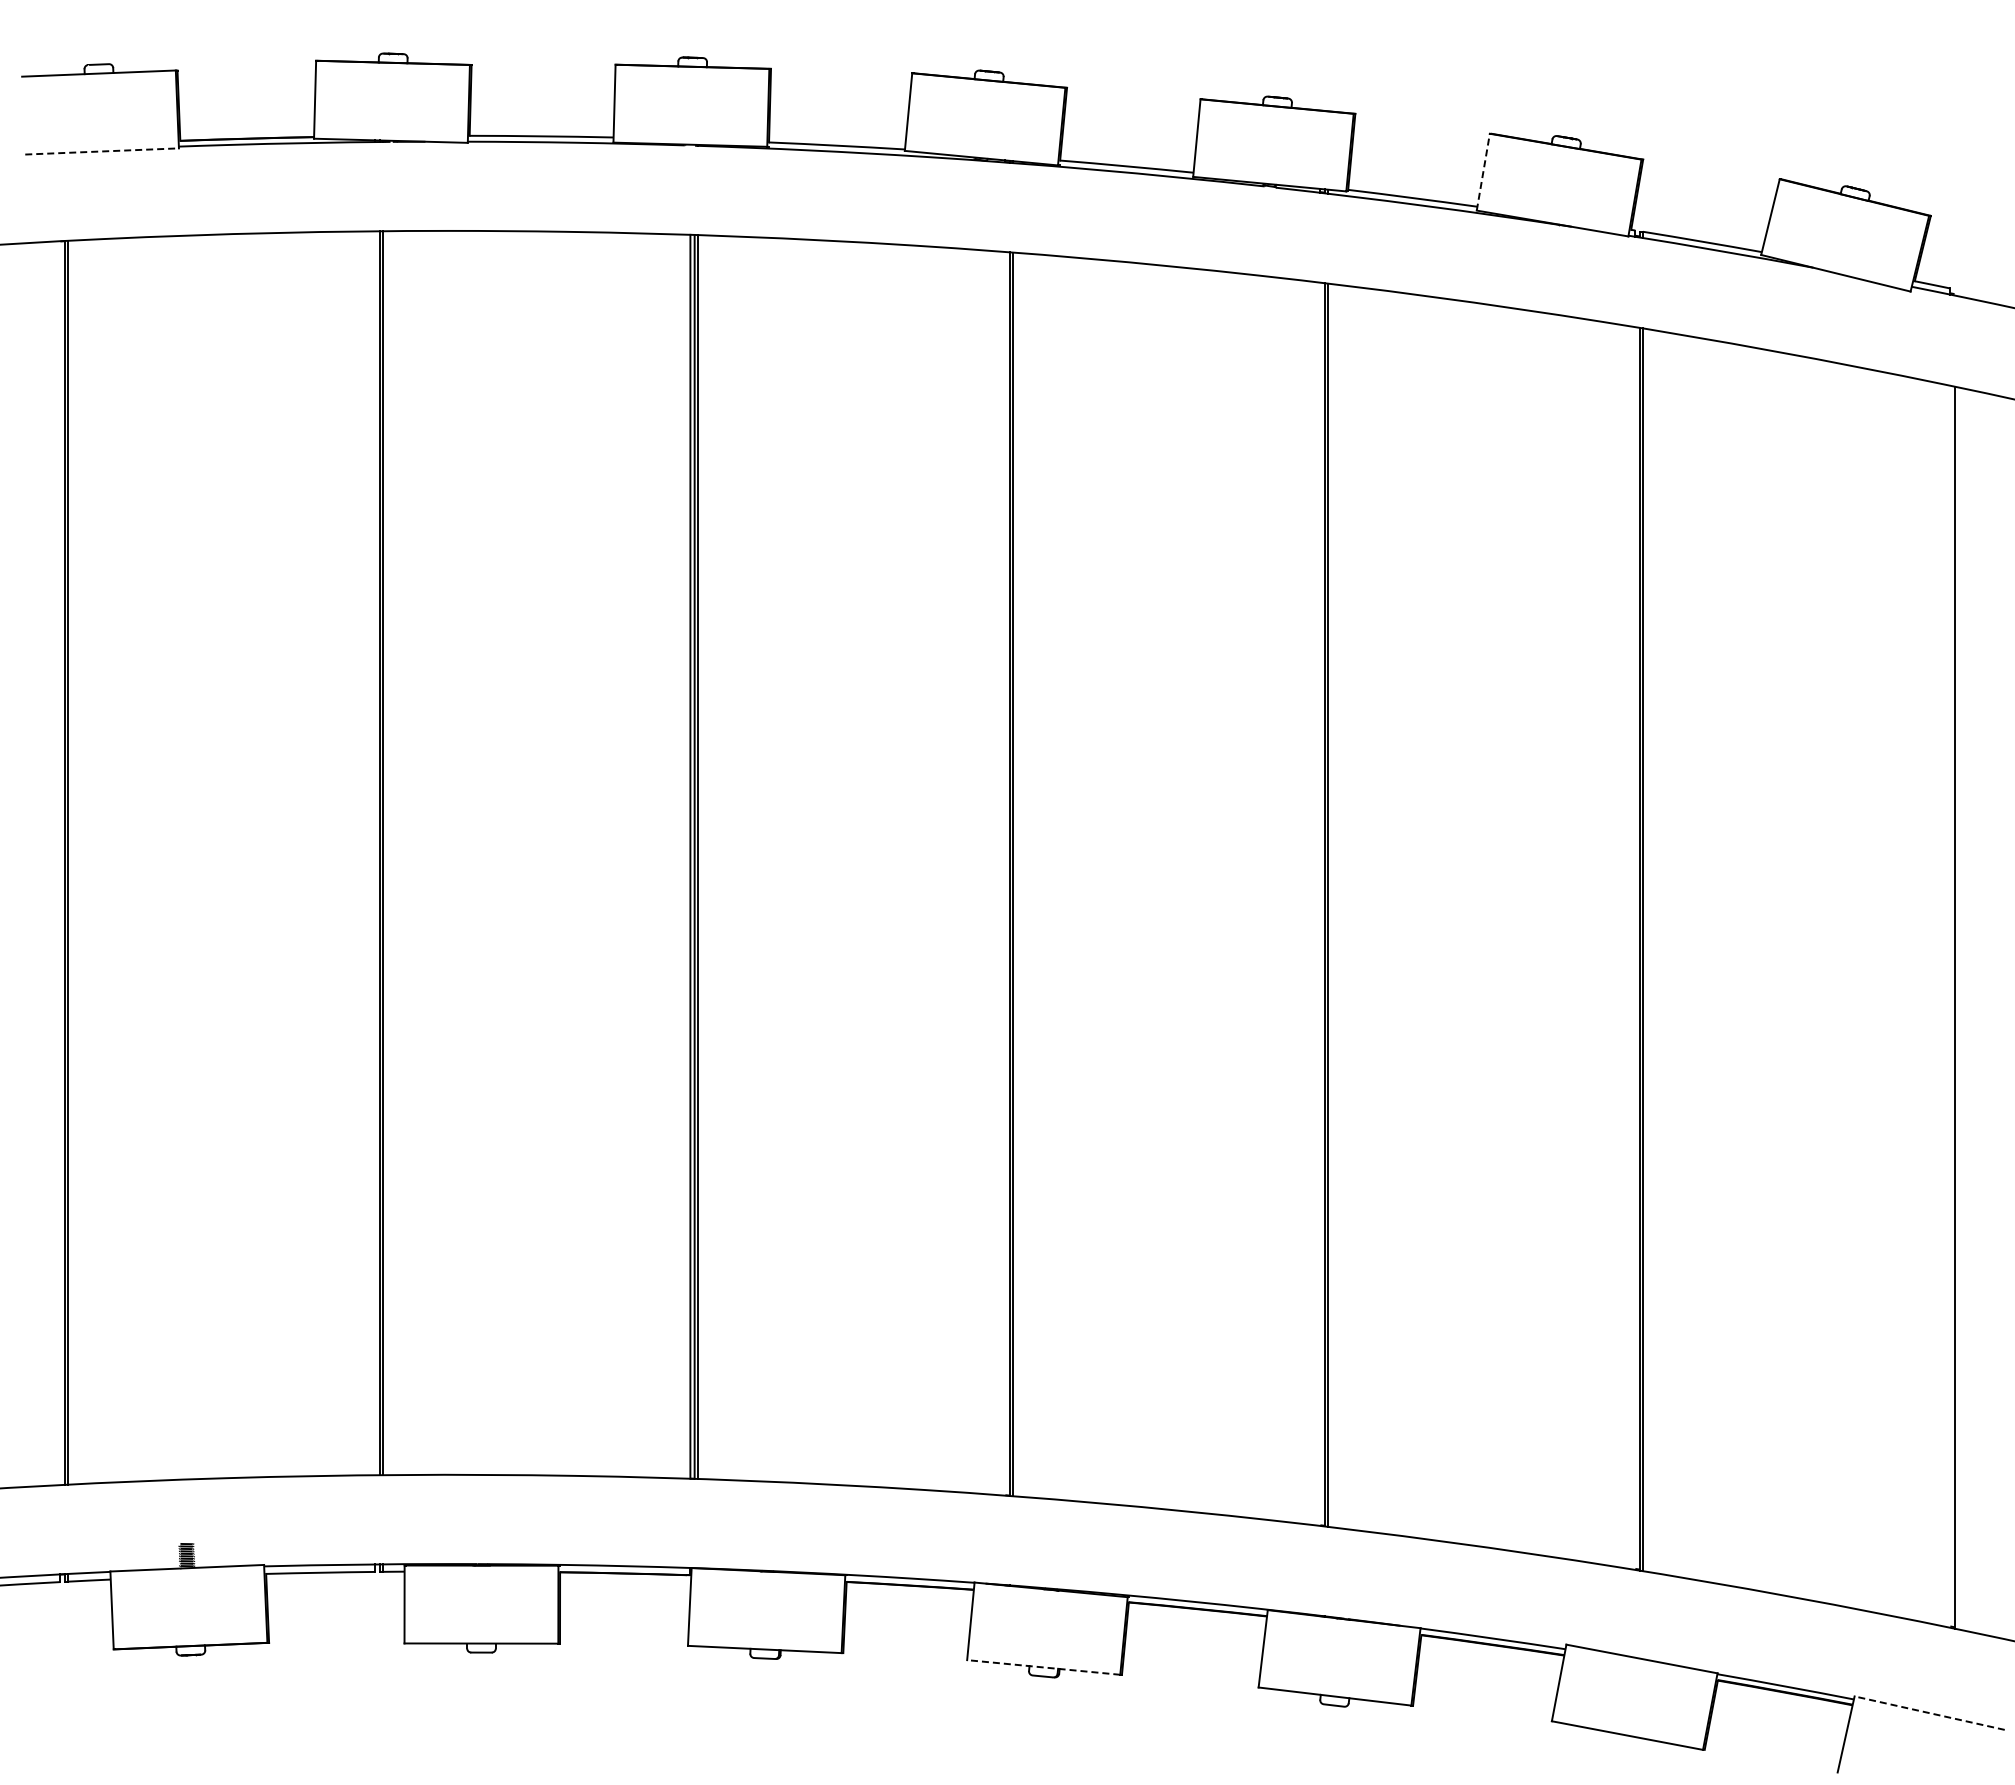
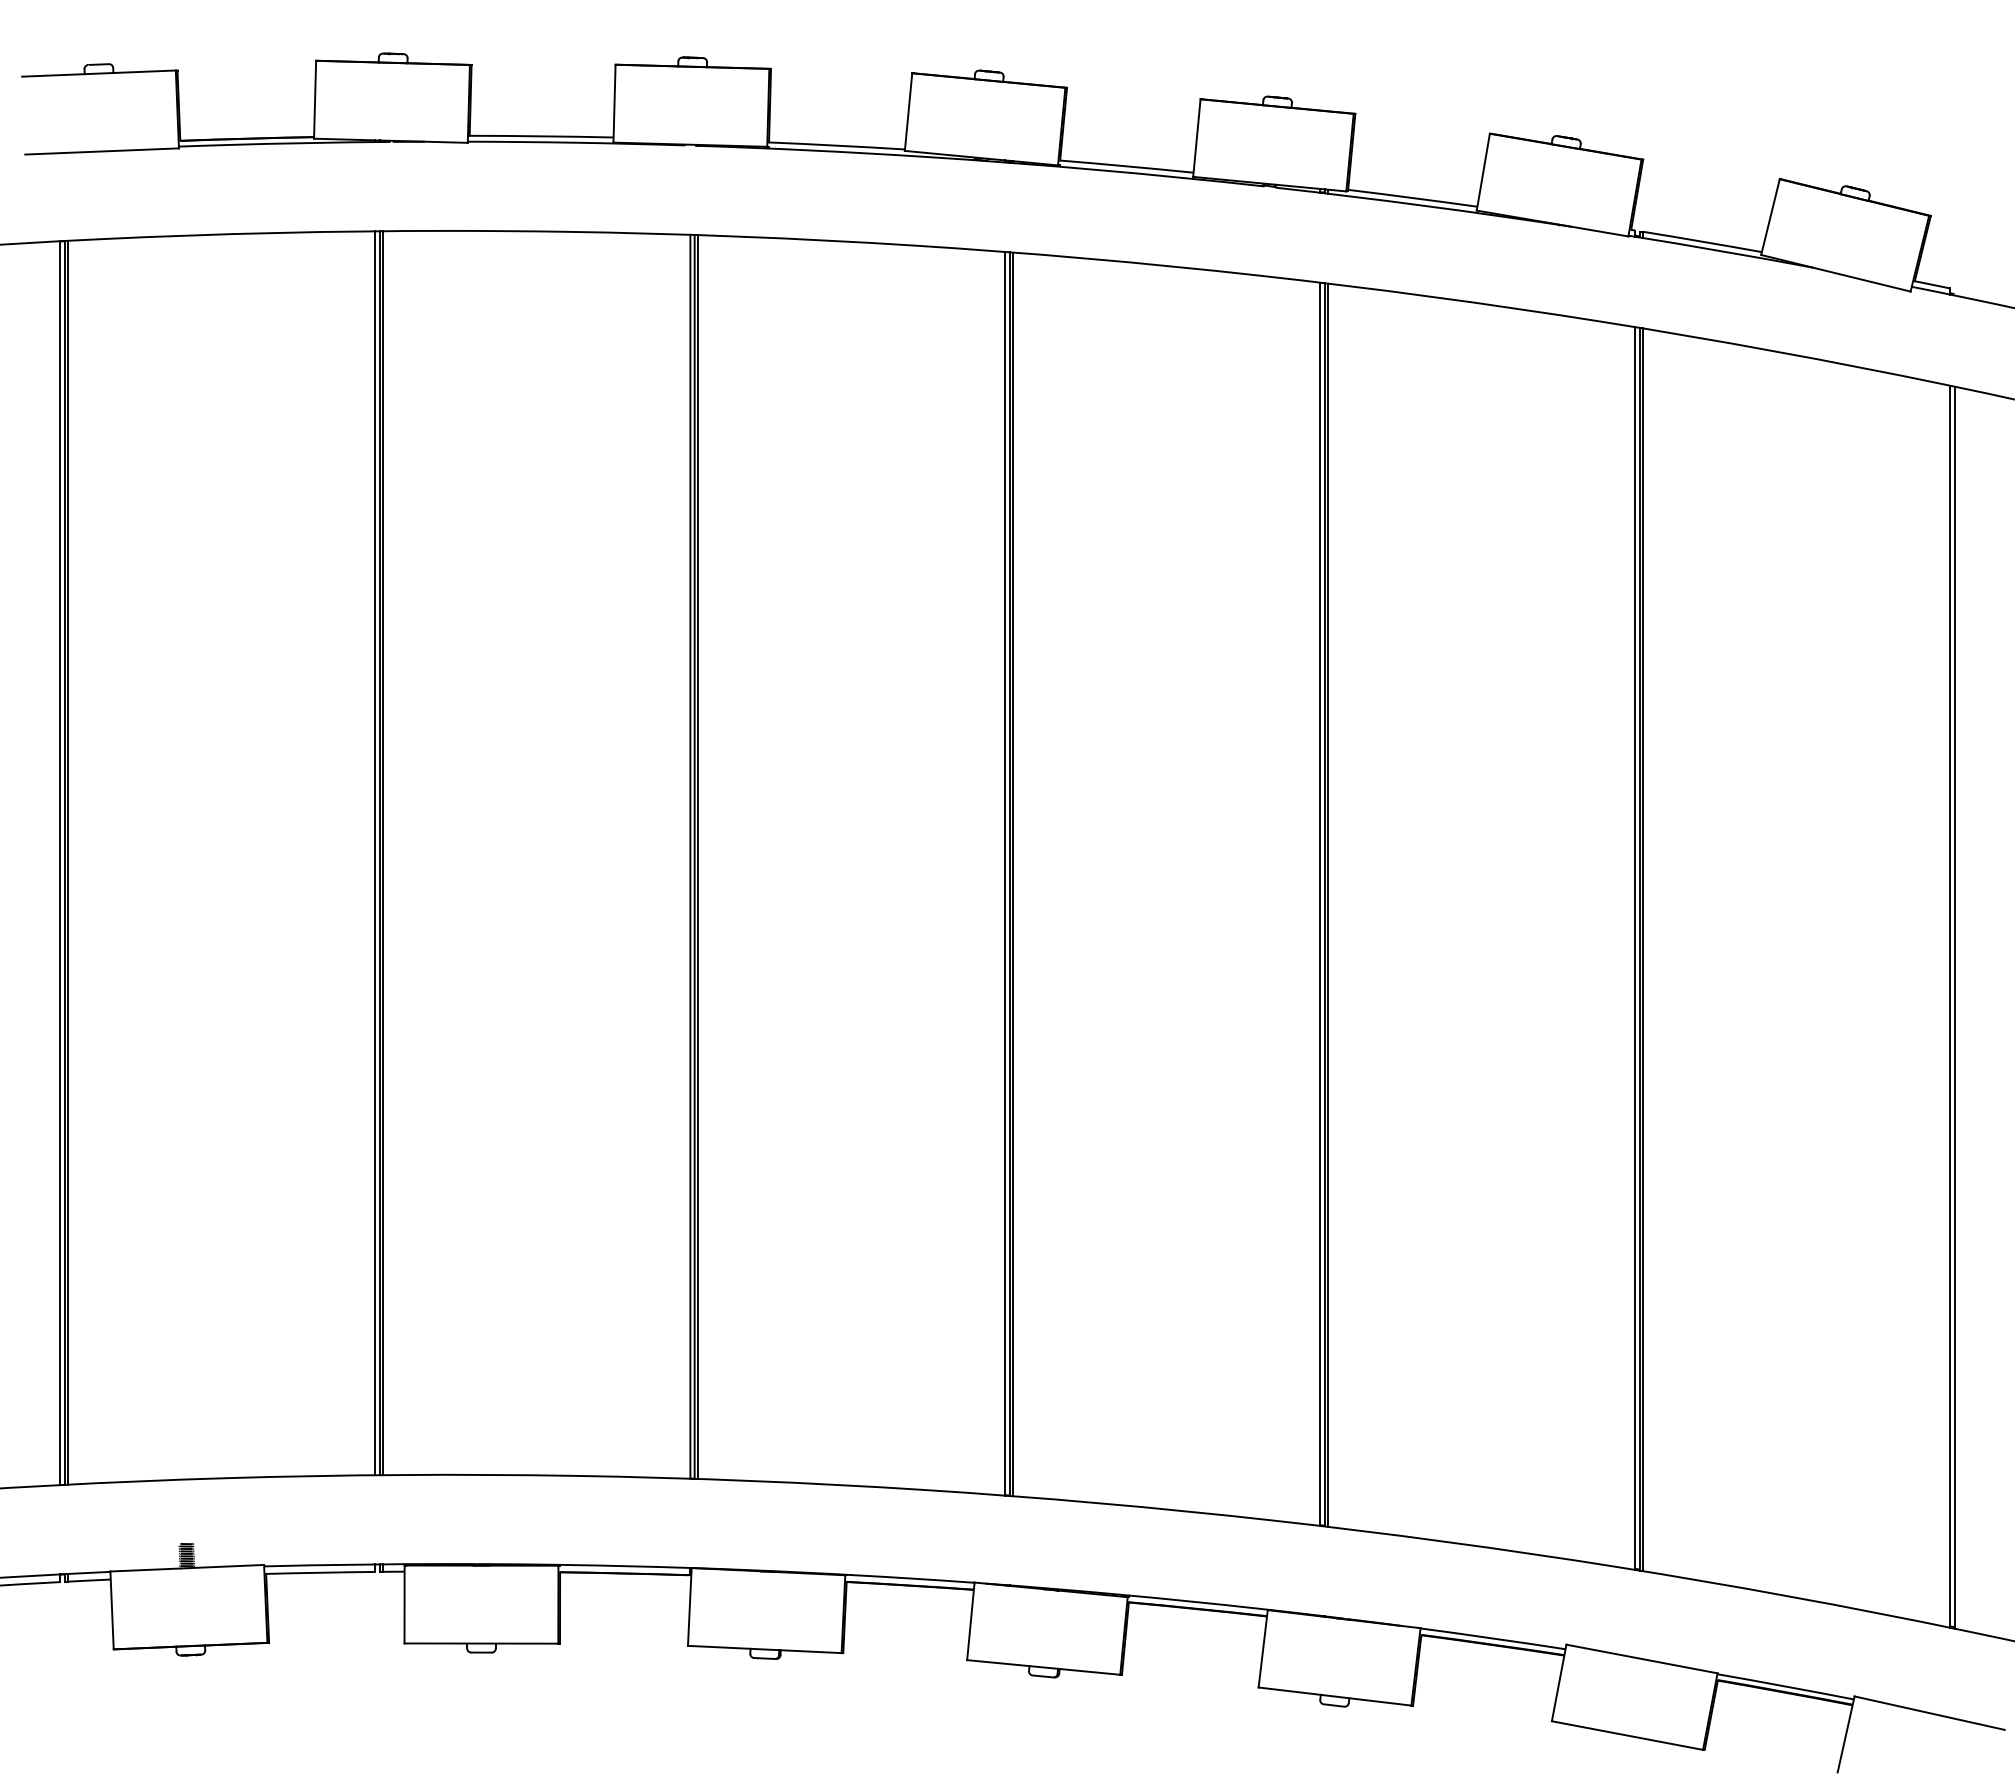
line at (102, 151): dashed -> solid
line at (1483, 172): dashed -> solid
line at (375, 853): none -> present
line at (60, 863): none -> present
line at (1005, 873): none -> present
line at (1320, 903): none -> present
line at (1635, 948): none -> present
line at (1950, 1006): none -> present
line at (1043, 1667): dashed -> solid
line at (1929, 1713): dashed -> solid
